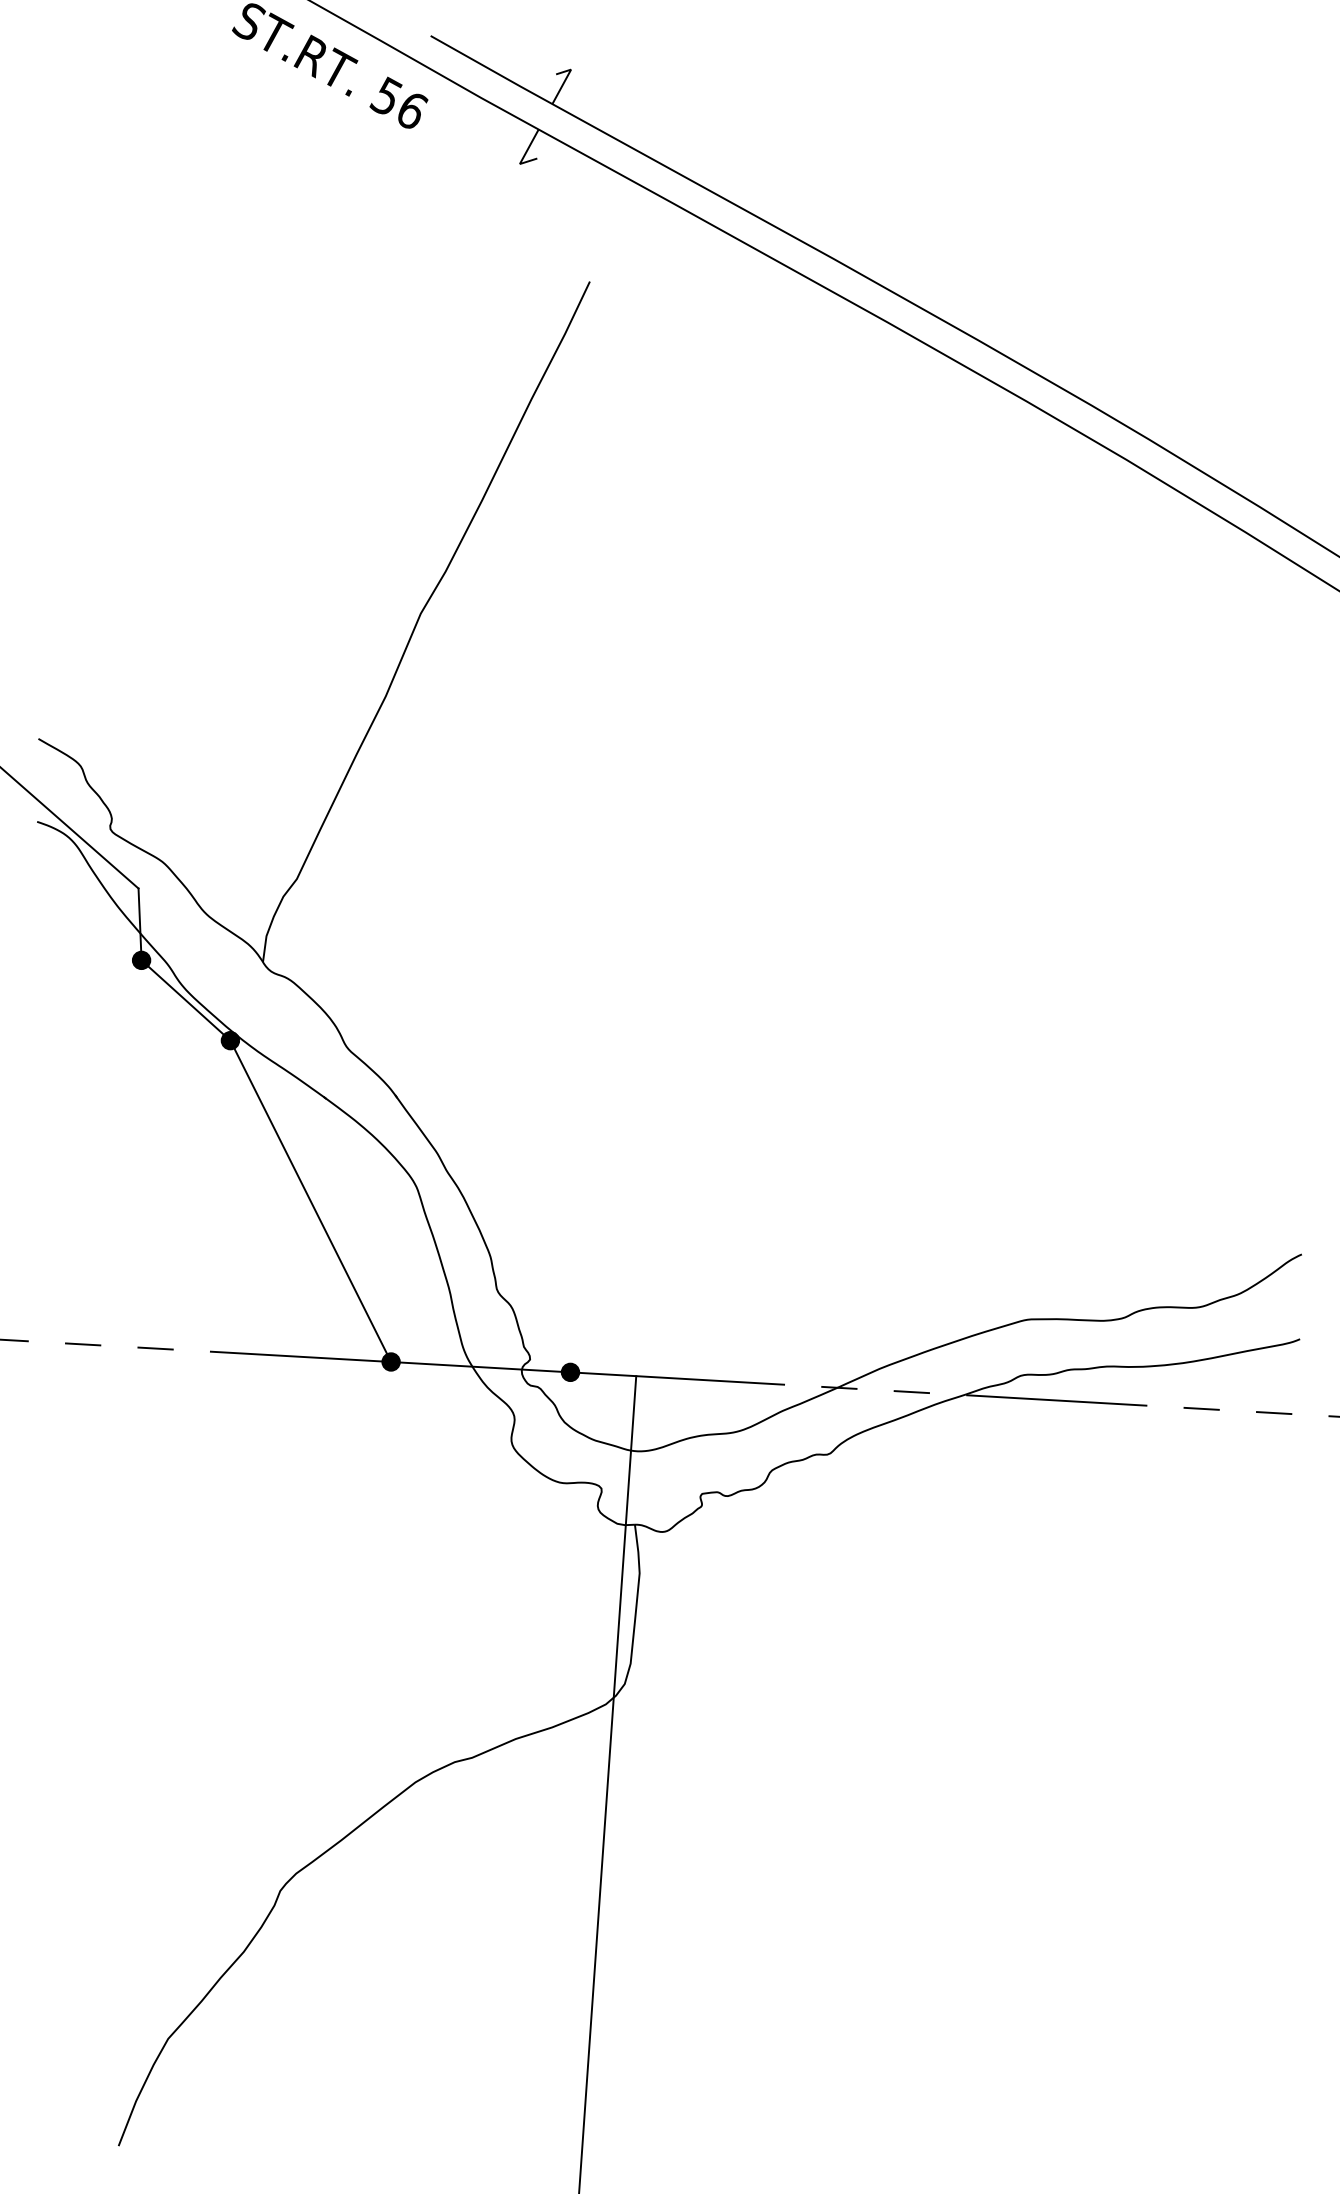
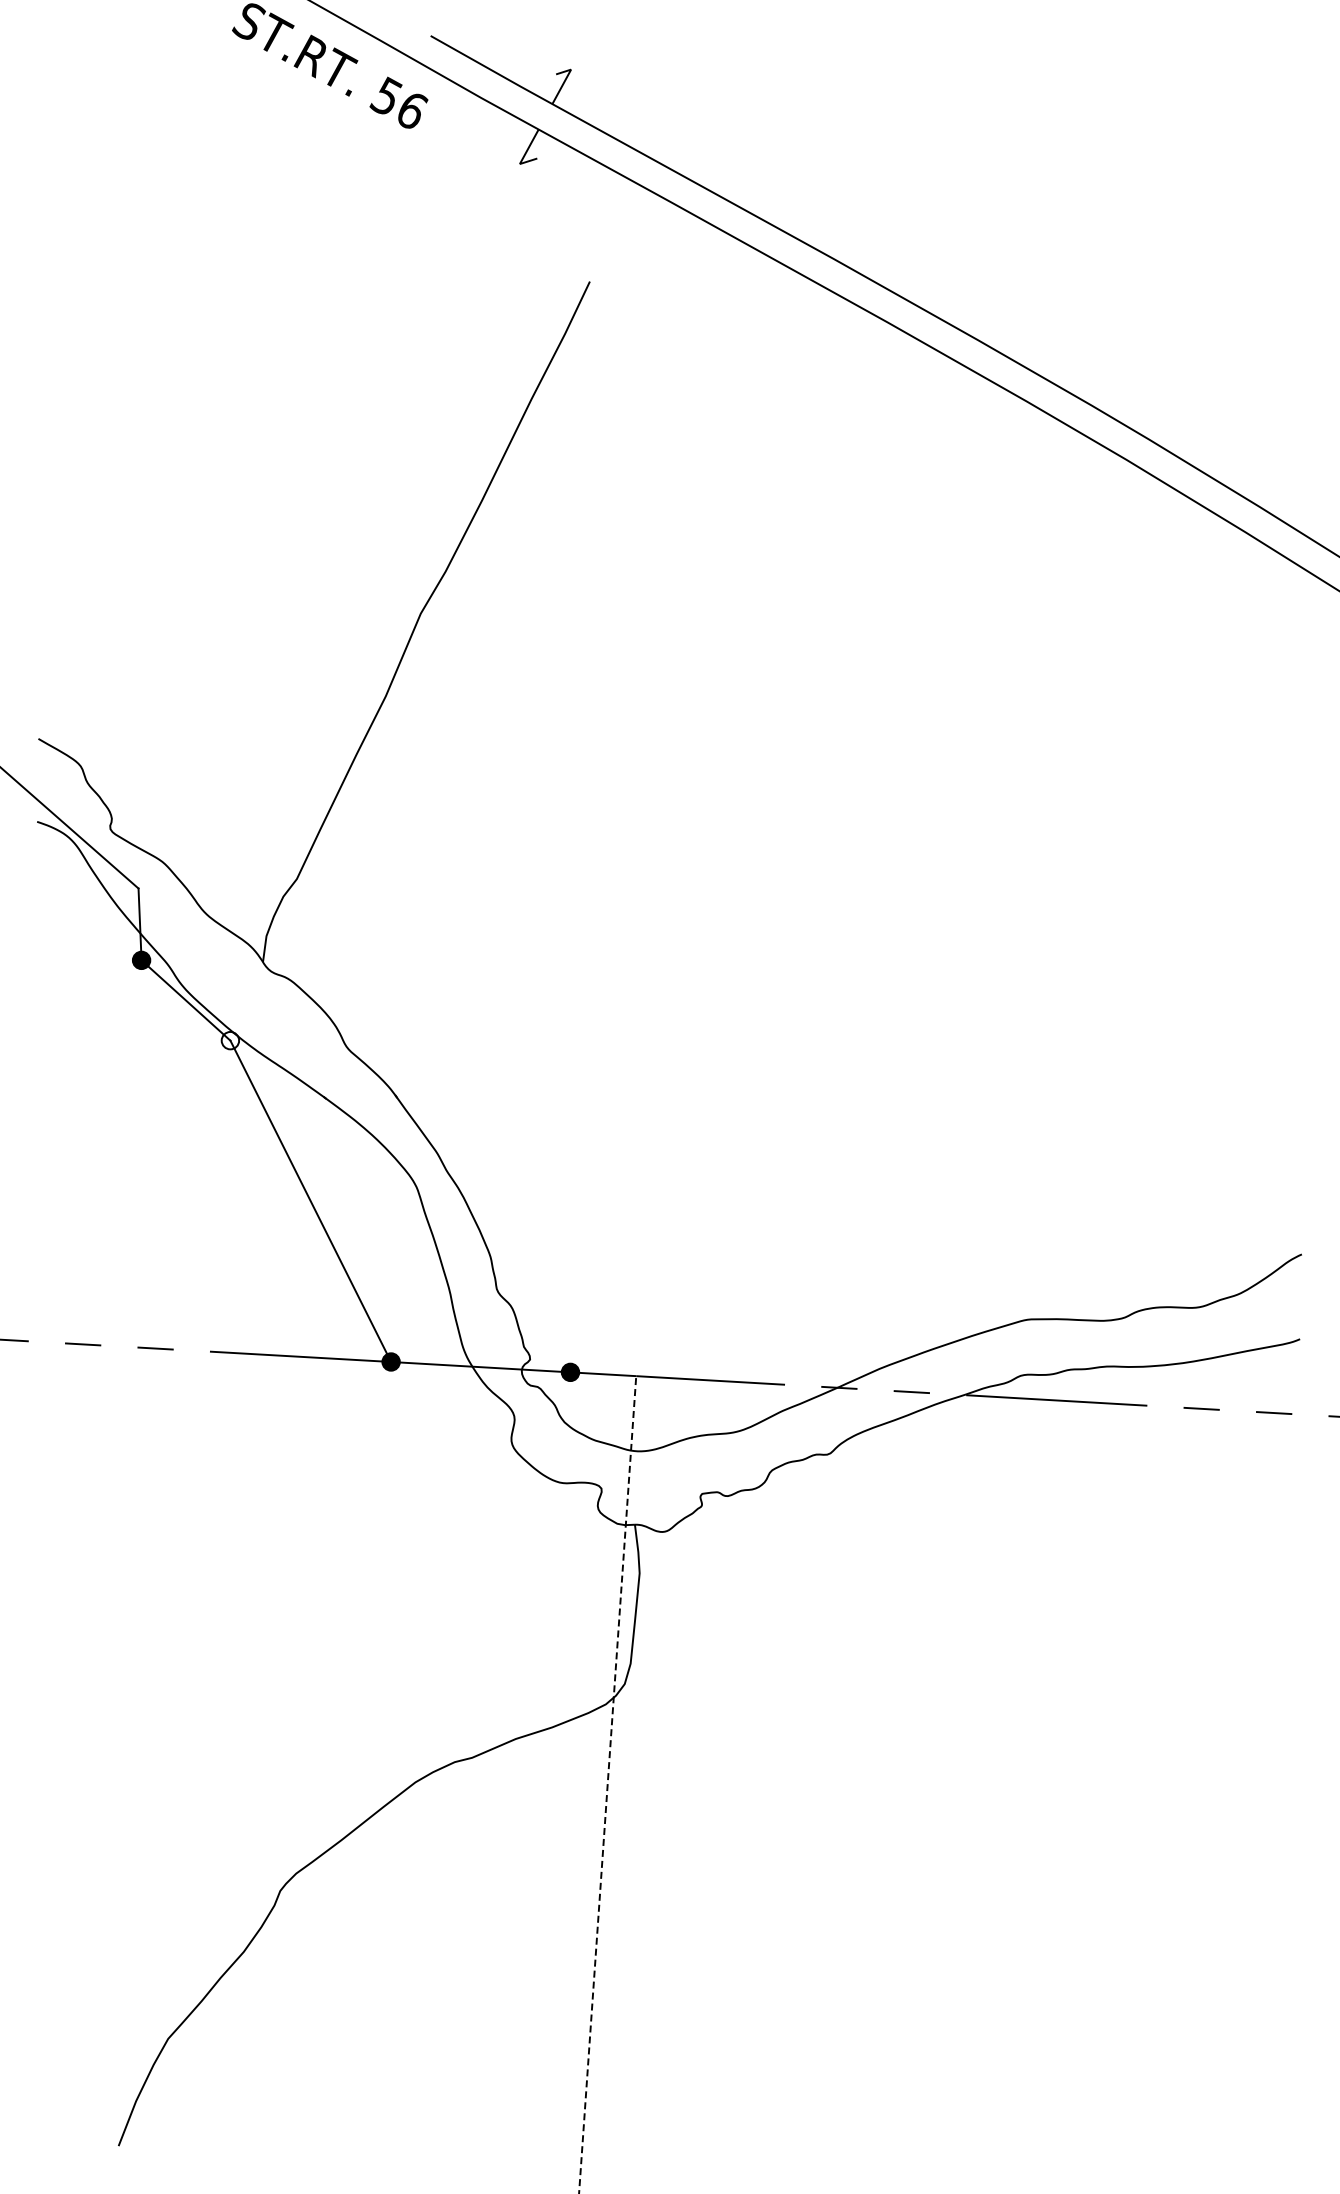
fill at (230, 1040): present -> none
line at (607, 1784): solid -> dashed
